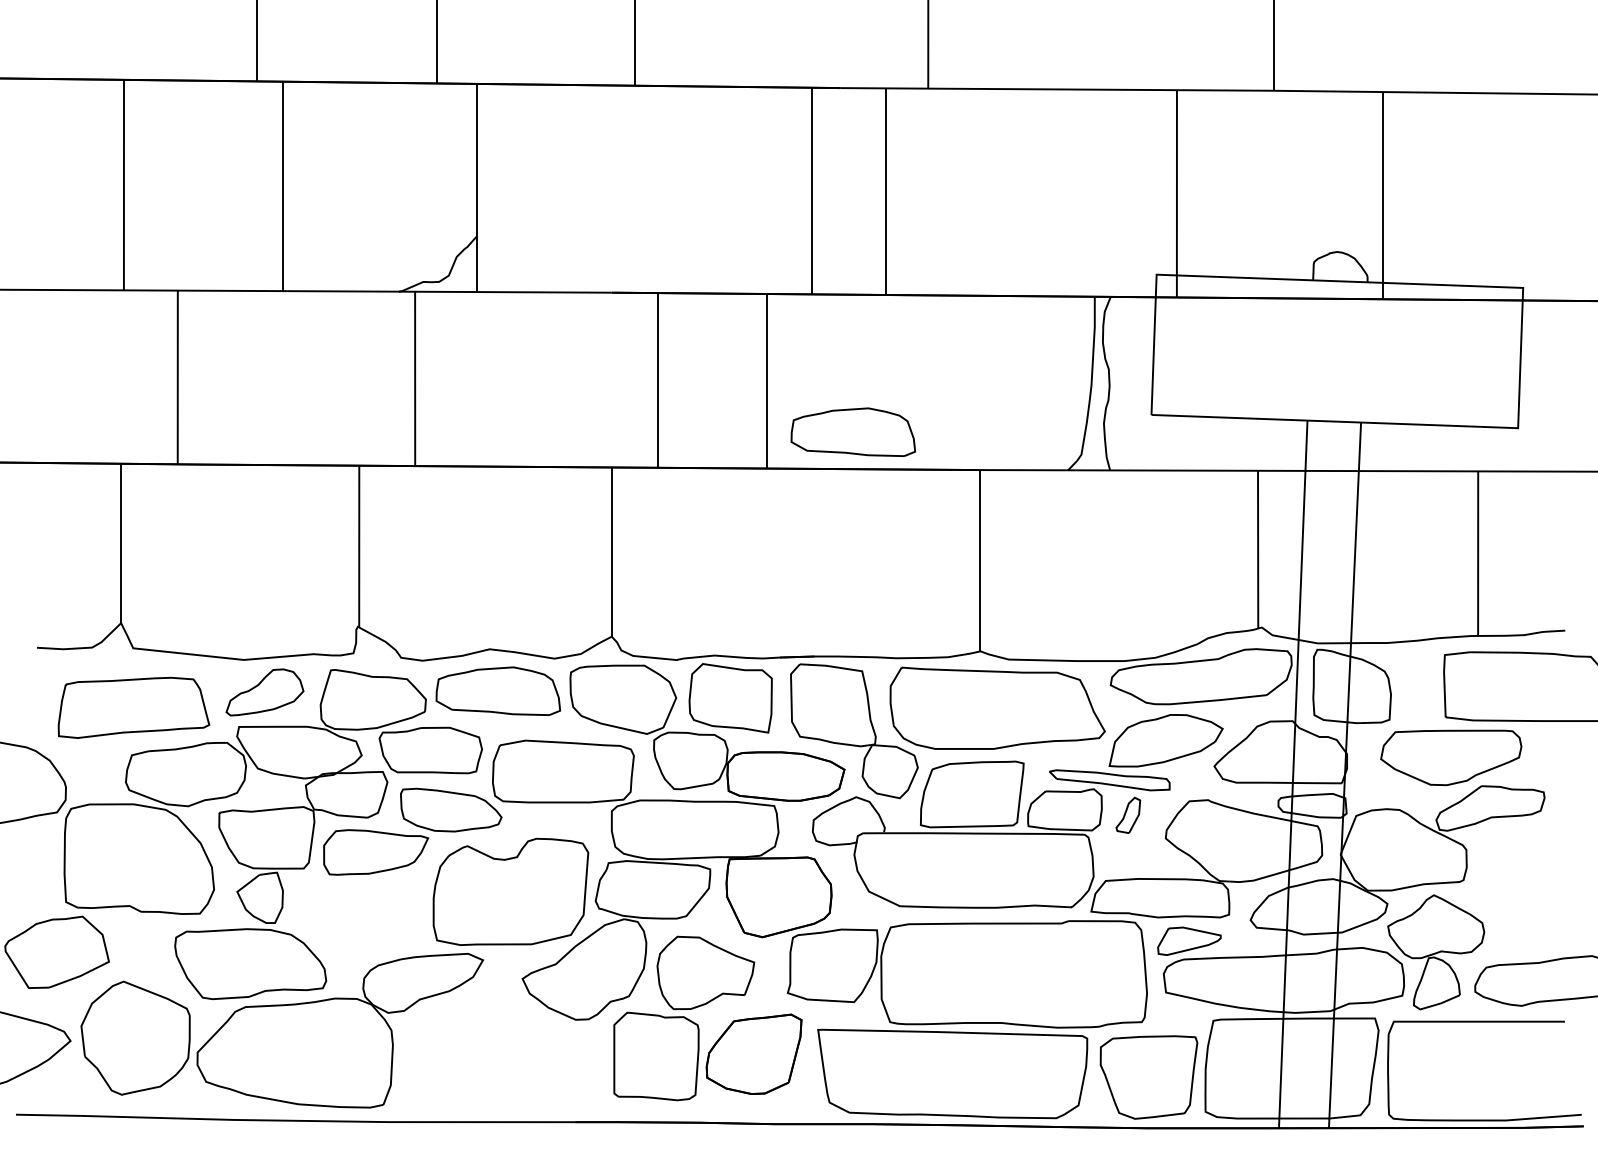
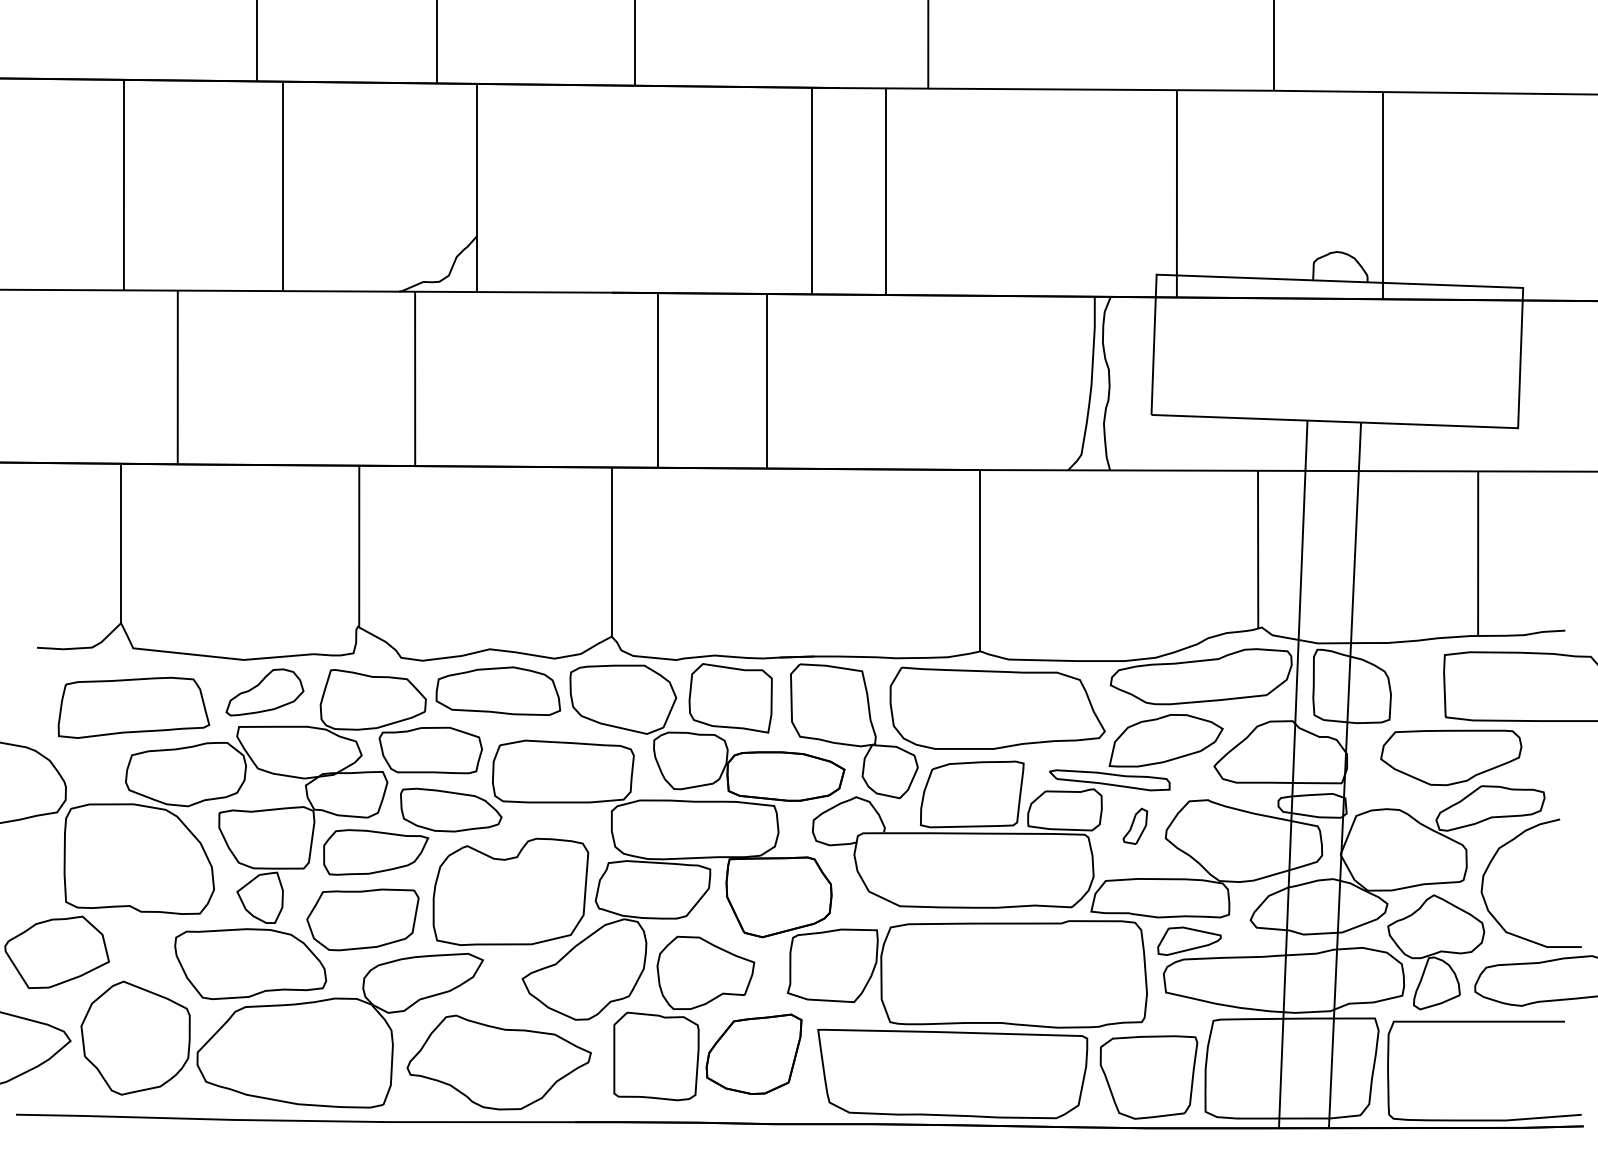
part at (853, 431): present -> none
part at (1128, 814) position: (1128, 814) -> (1135, 825)
curve at (1493, 859): none -> present
part at (362, 919): none -> present
part at (498, 1062): none -> present
